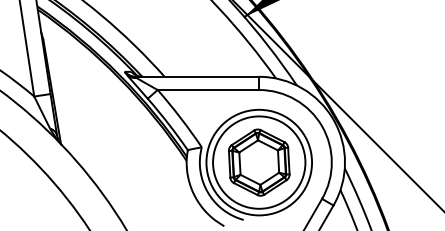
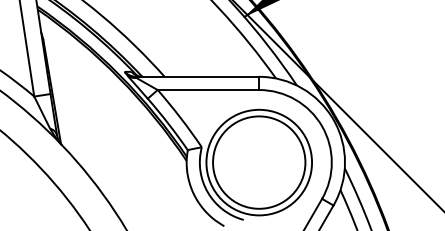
part at (259, 162): present -> none
